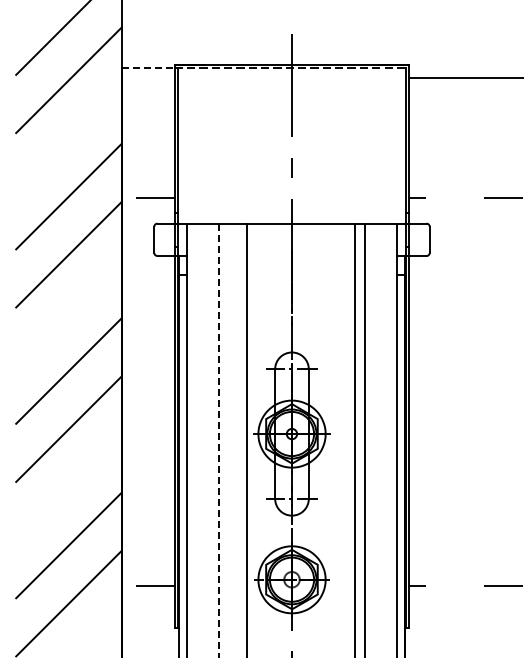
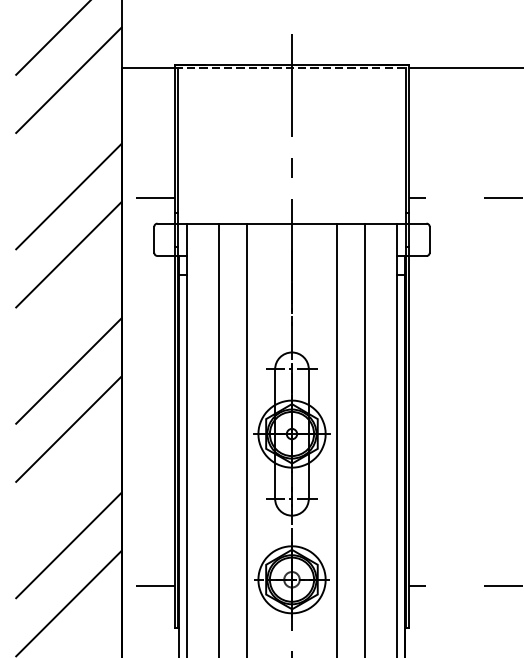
line at (149, 68): dashed -> solid
line at (464, 78) position: (464, 78) -> (464, 68)
line at (355, 438) position: (355, 438) -> (337, 438)
line at (219, 440): dashed -> solid
